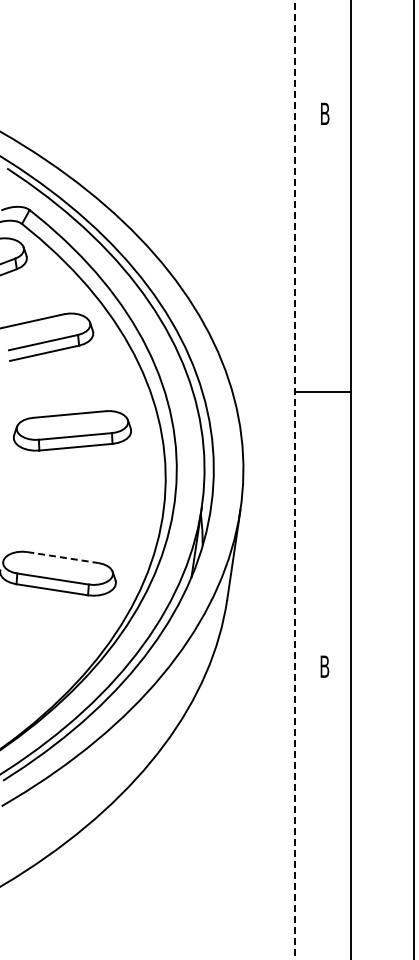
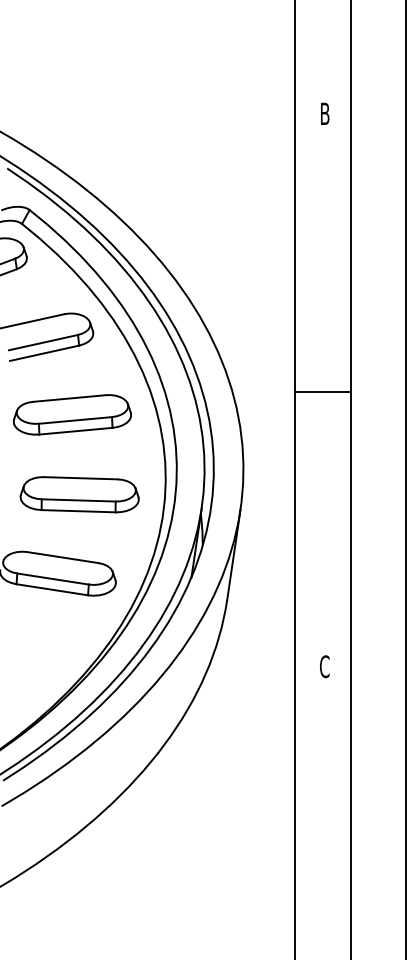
part at (72, 430) position: (72, 430) -> (72, 414)
line at (295, 479): dashed -> solid
line at (414, 479) position: (414, 479) -> (406, 479)
part at (79, 494): none -> present
line at (63, 557): dashed -> solid
text at (324, 666): B -> C
